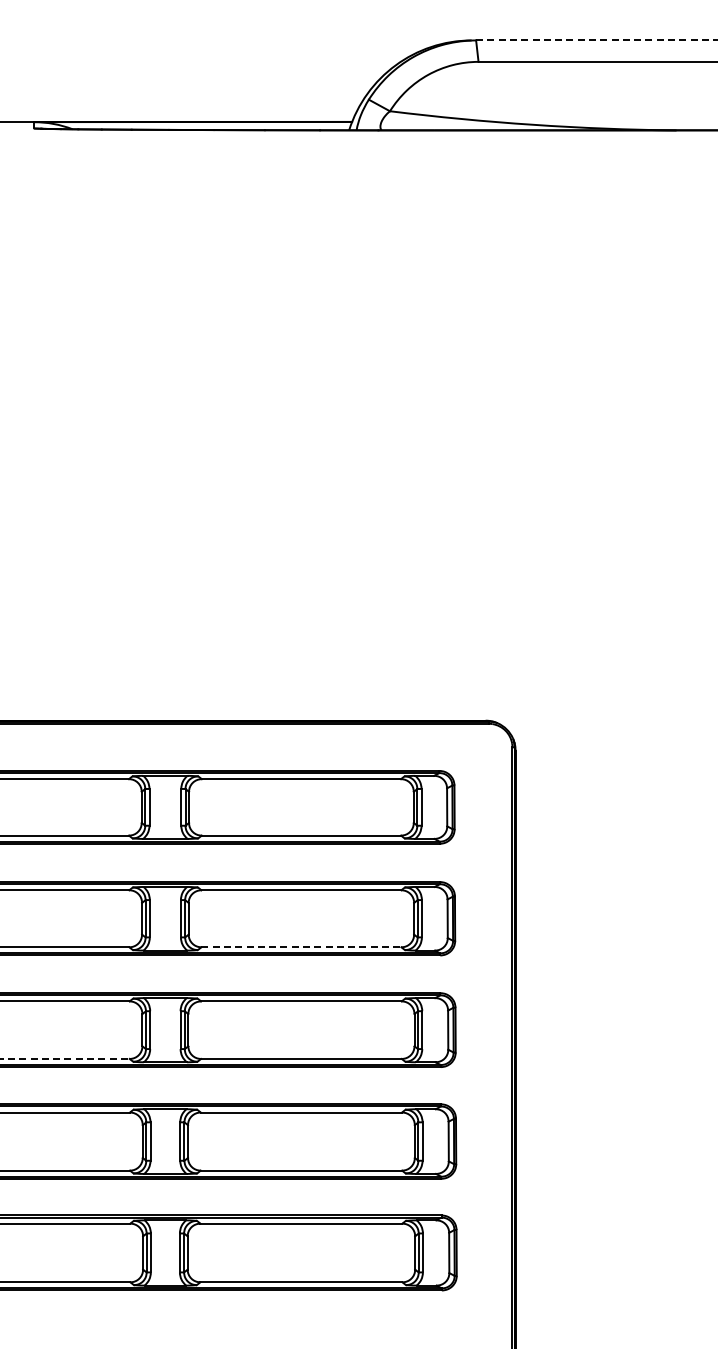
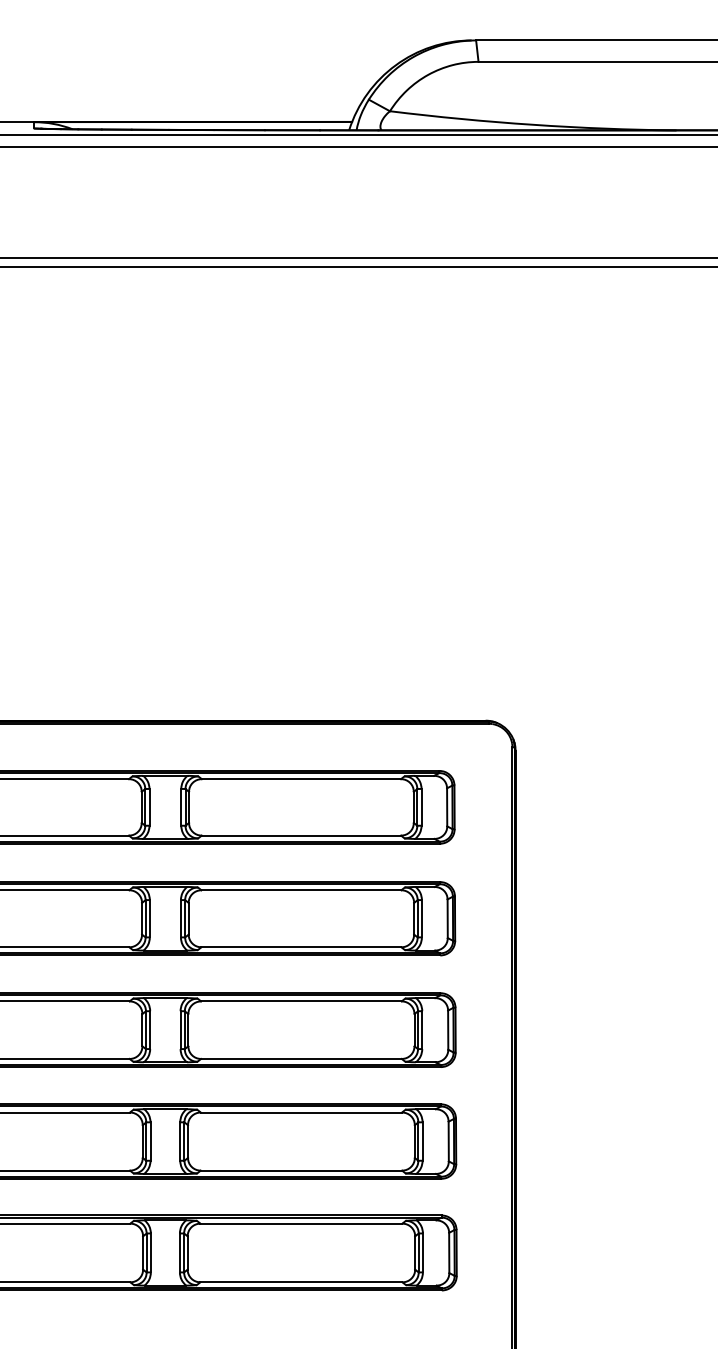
line at (597, 40): dashed -> solid
line at (358, 134): none -> present
line at (358, 146): none -> present
line at (358, 258): none -> present
line at (358, 267): none -> present
line at (301, 947): dashed -> solid
line at (65, 1058): dashed -> solid
